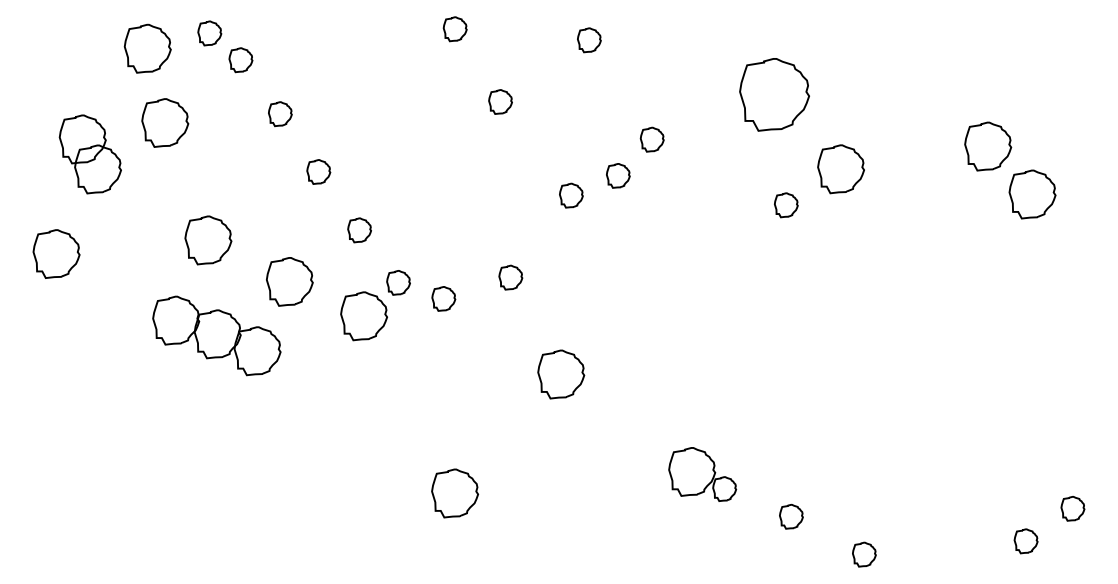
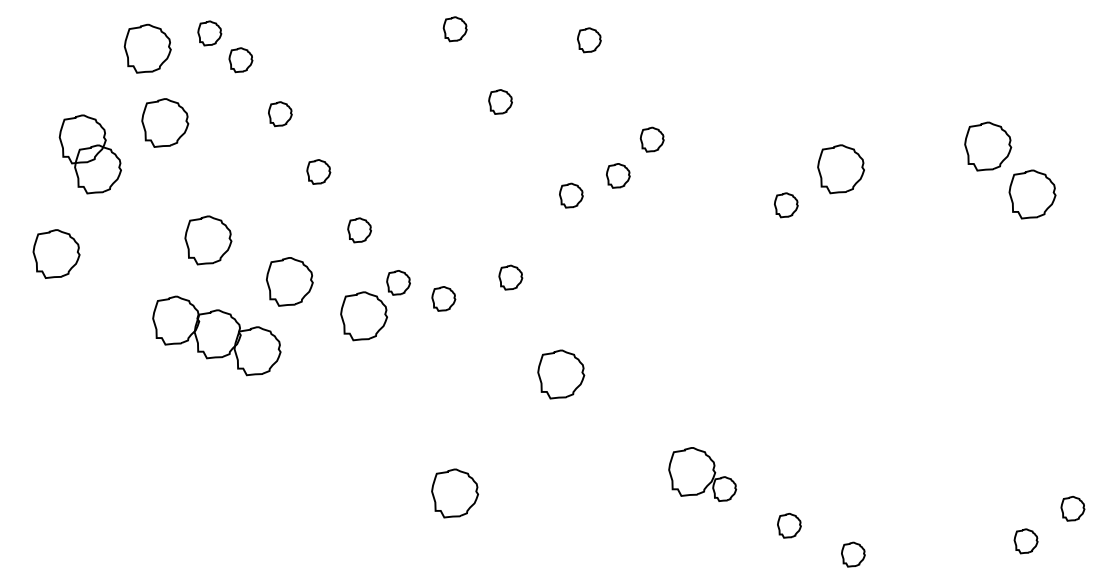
part at (774, 94): present -> none
part at (791, 516) position: (791, 516) -> (789, 525)
part at (864, 554) position: (864, 554) -> (853, 554)
